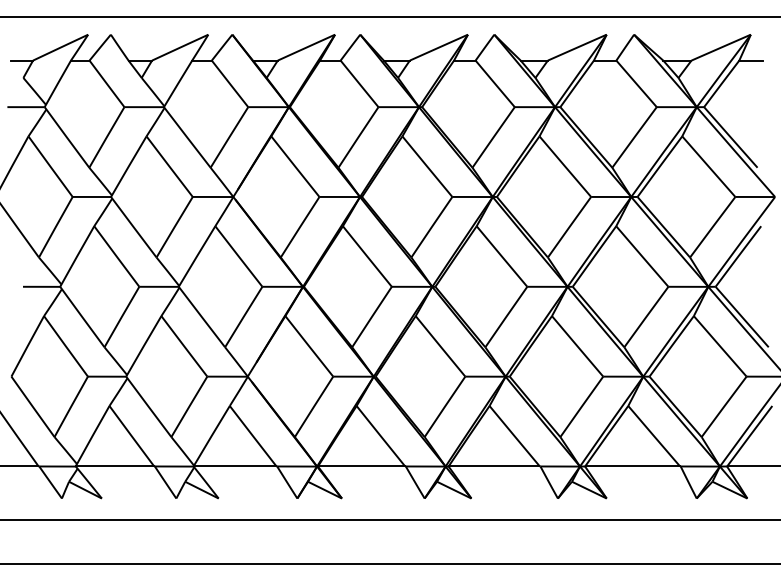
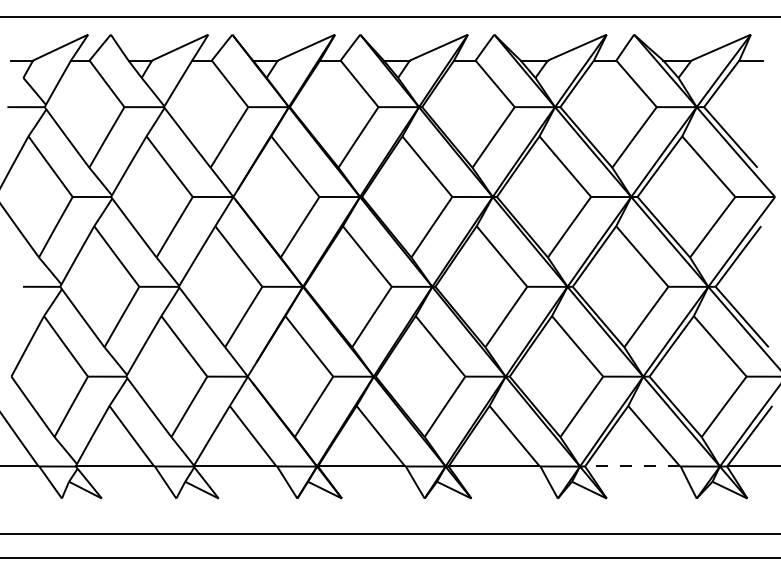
line at (632, 465): solid -> dashed
line at (389, 520) position: (389, 520) -> (389, 534)
line at (389, 563) position: (389, 563) -> (389, 557)
